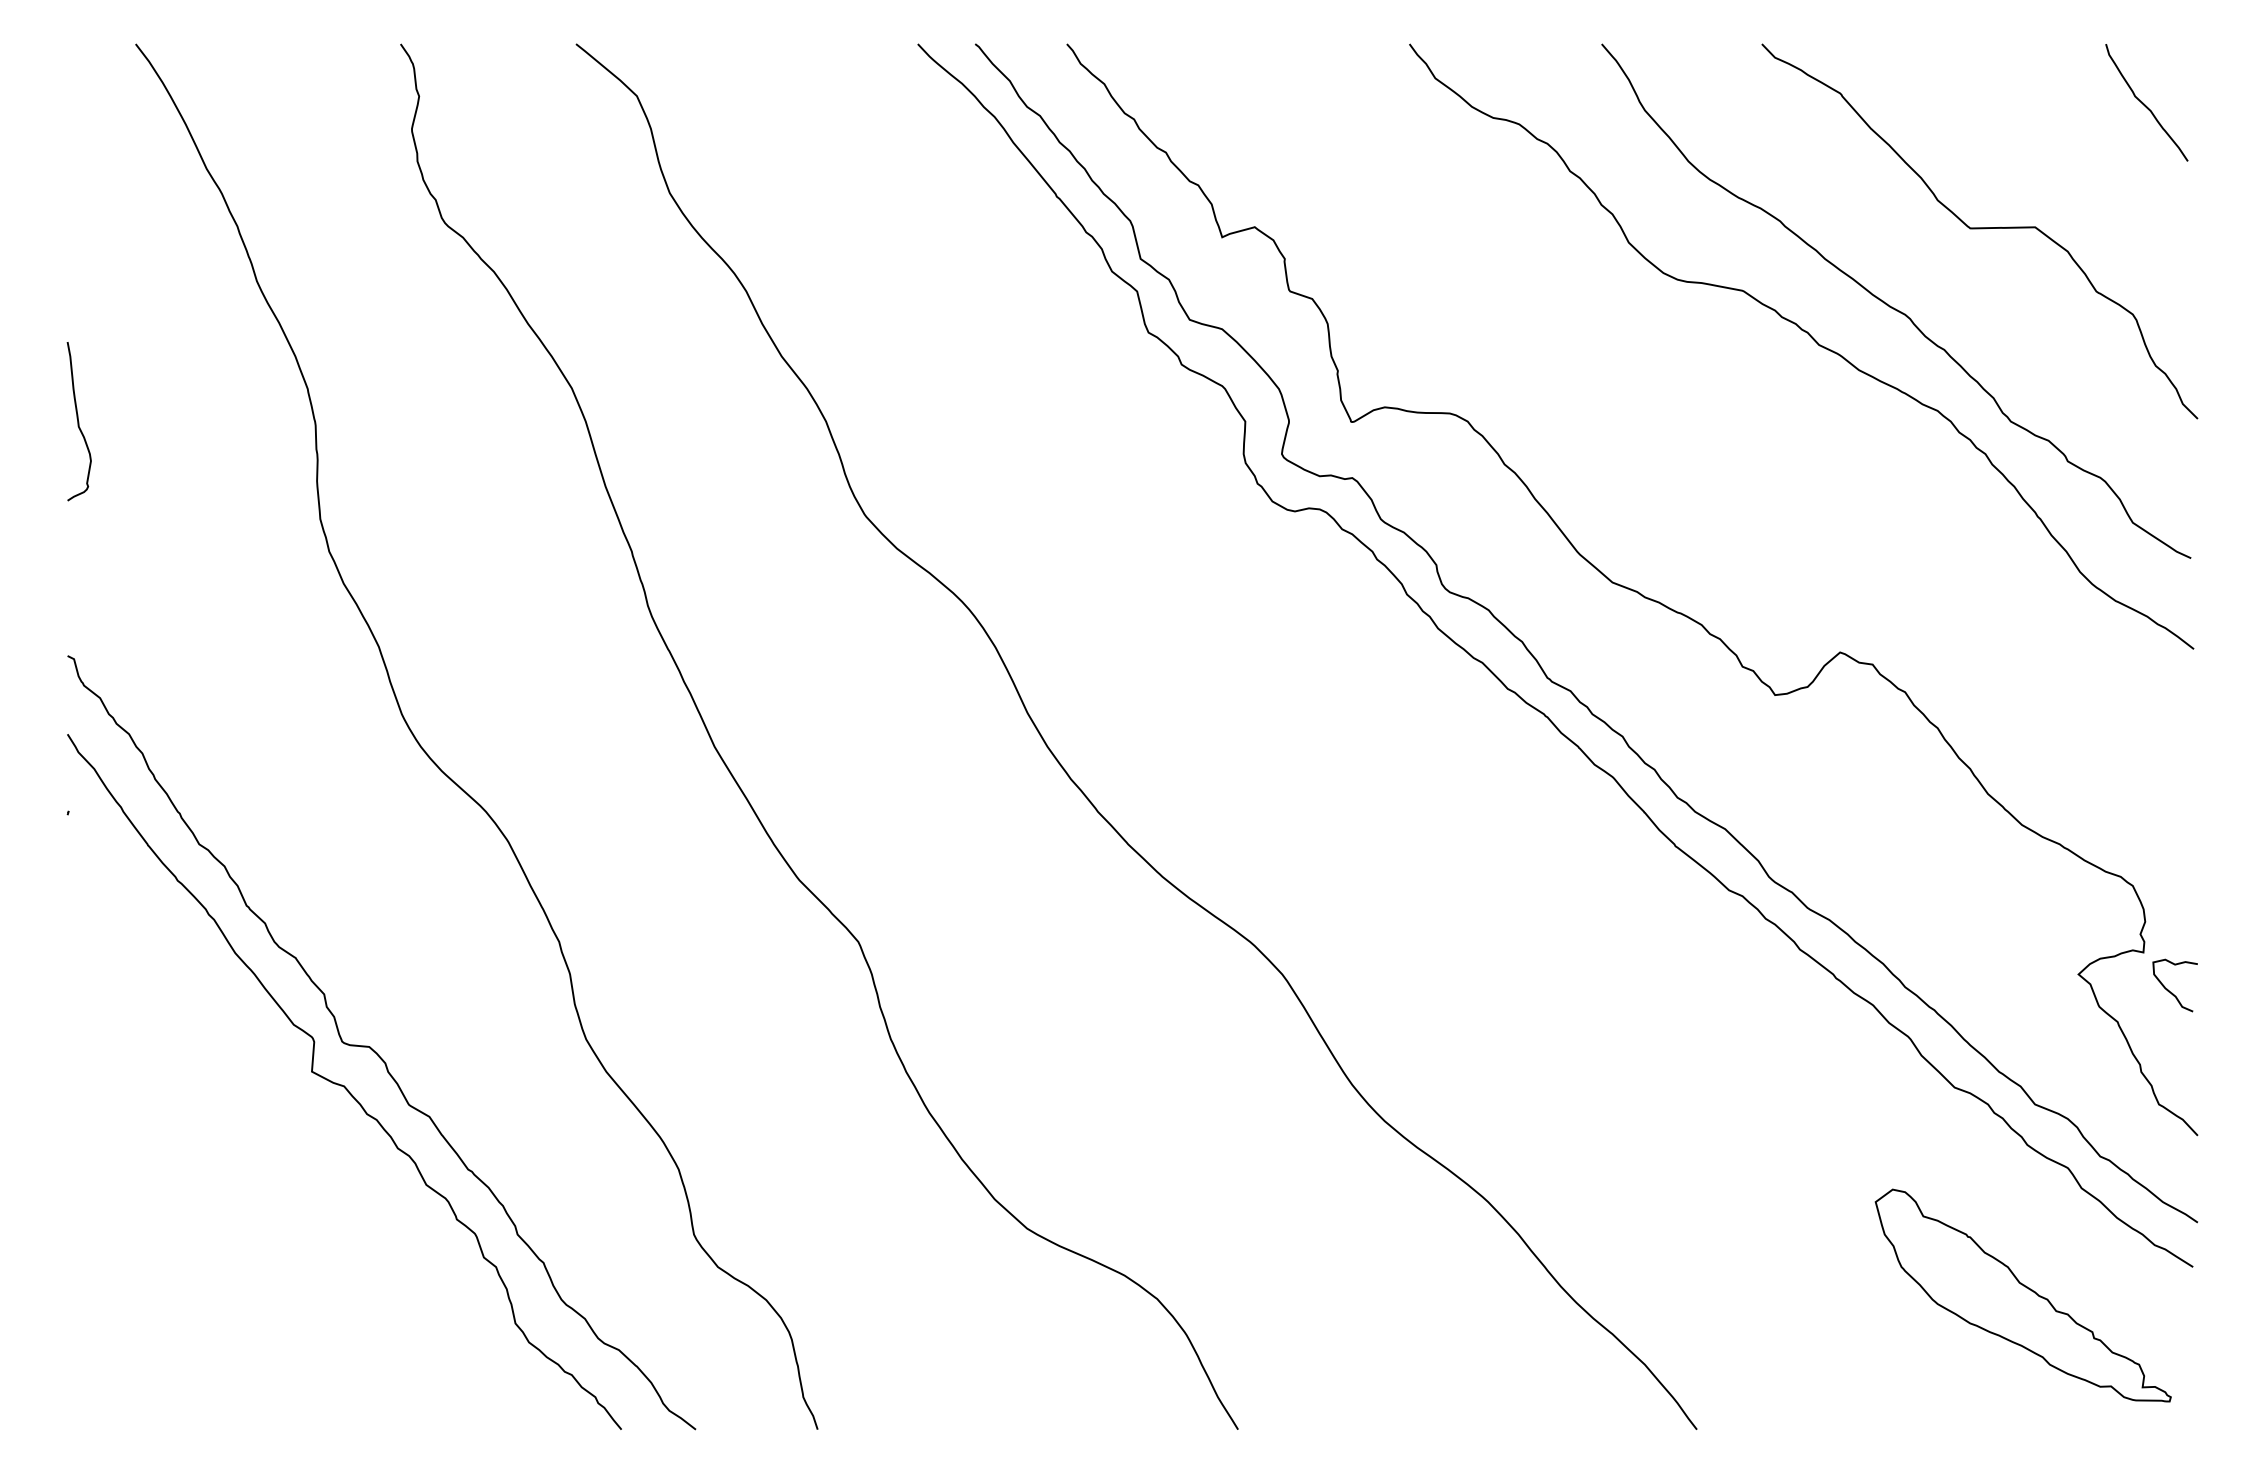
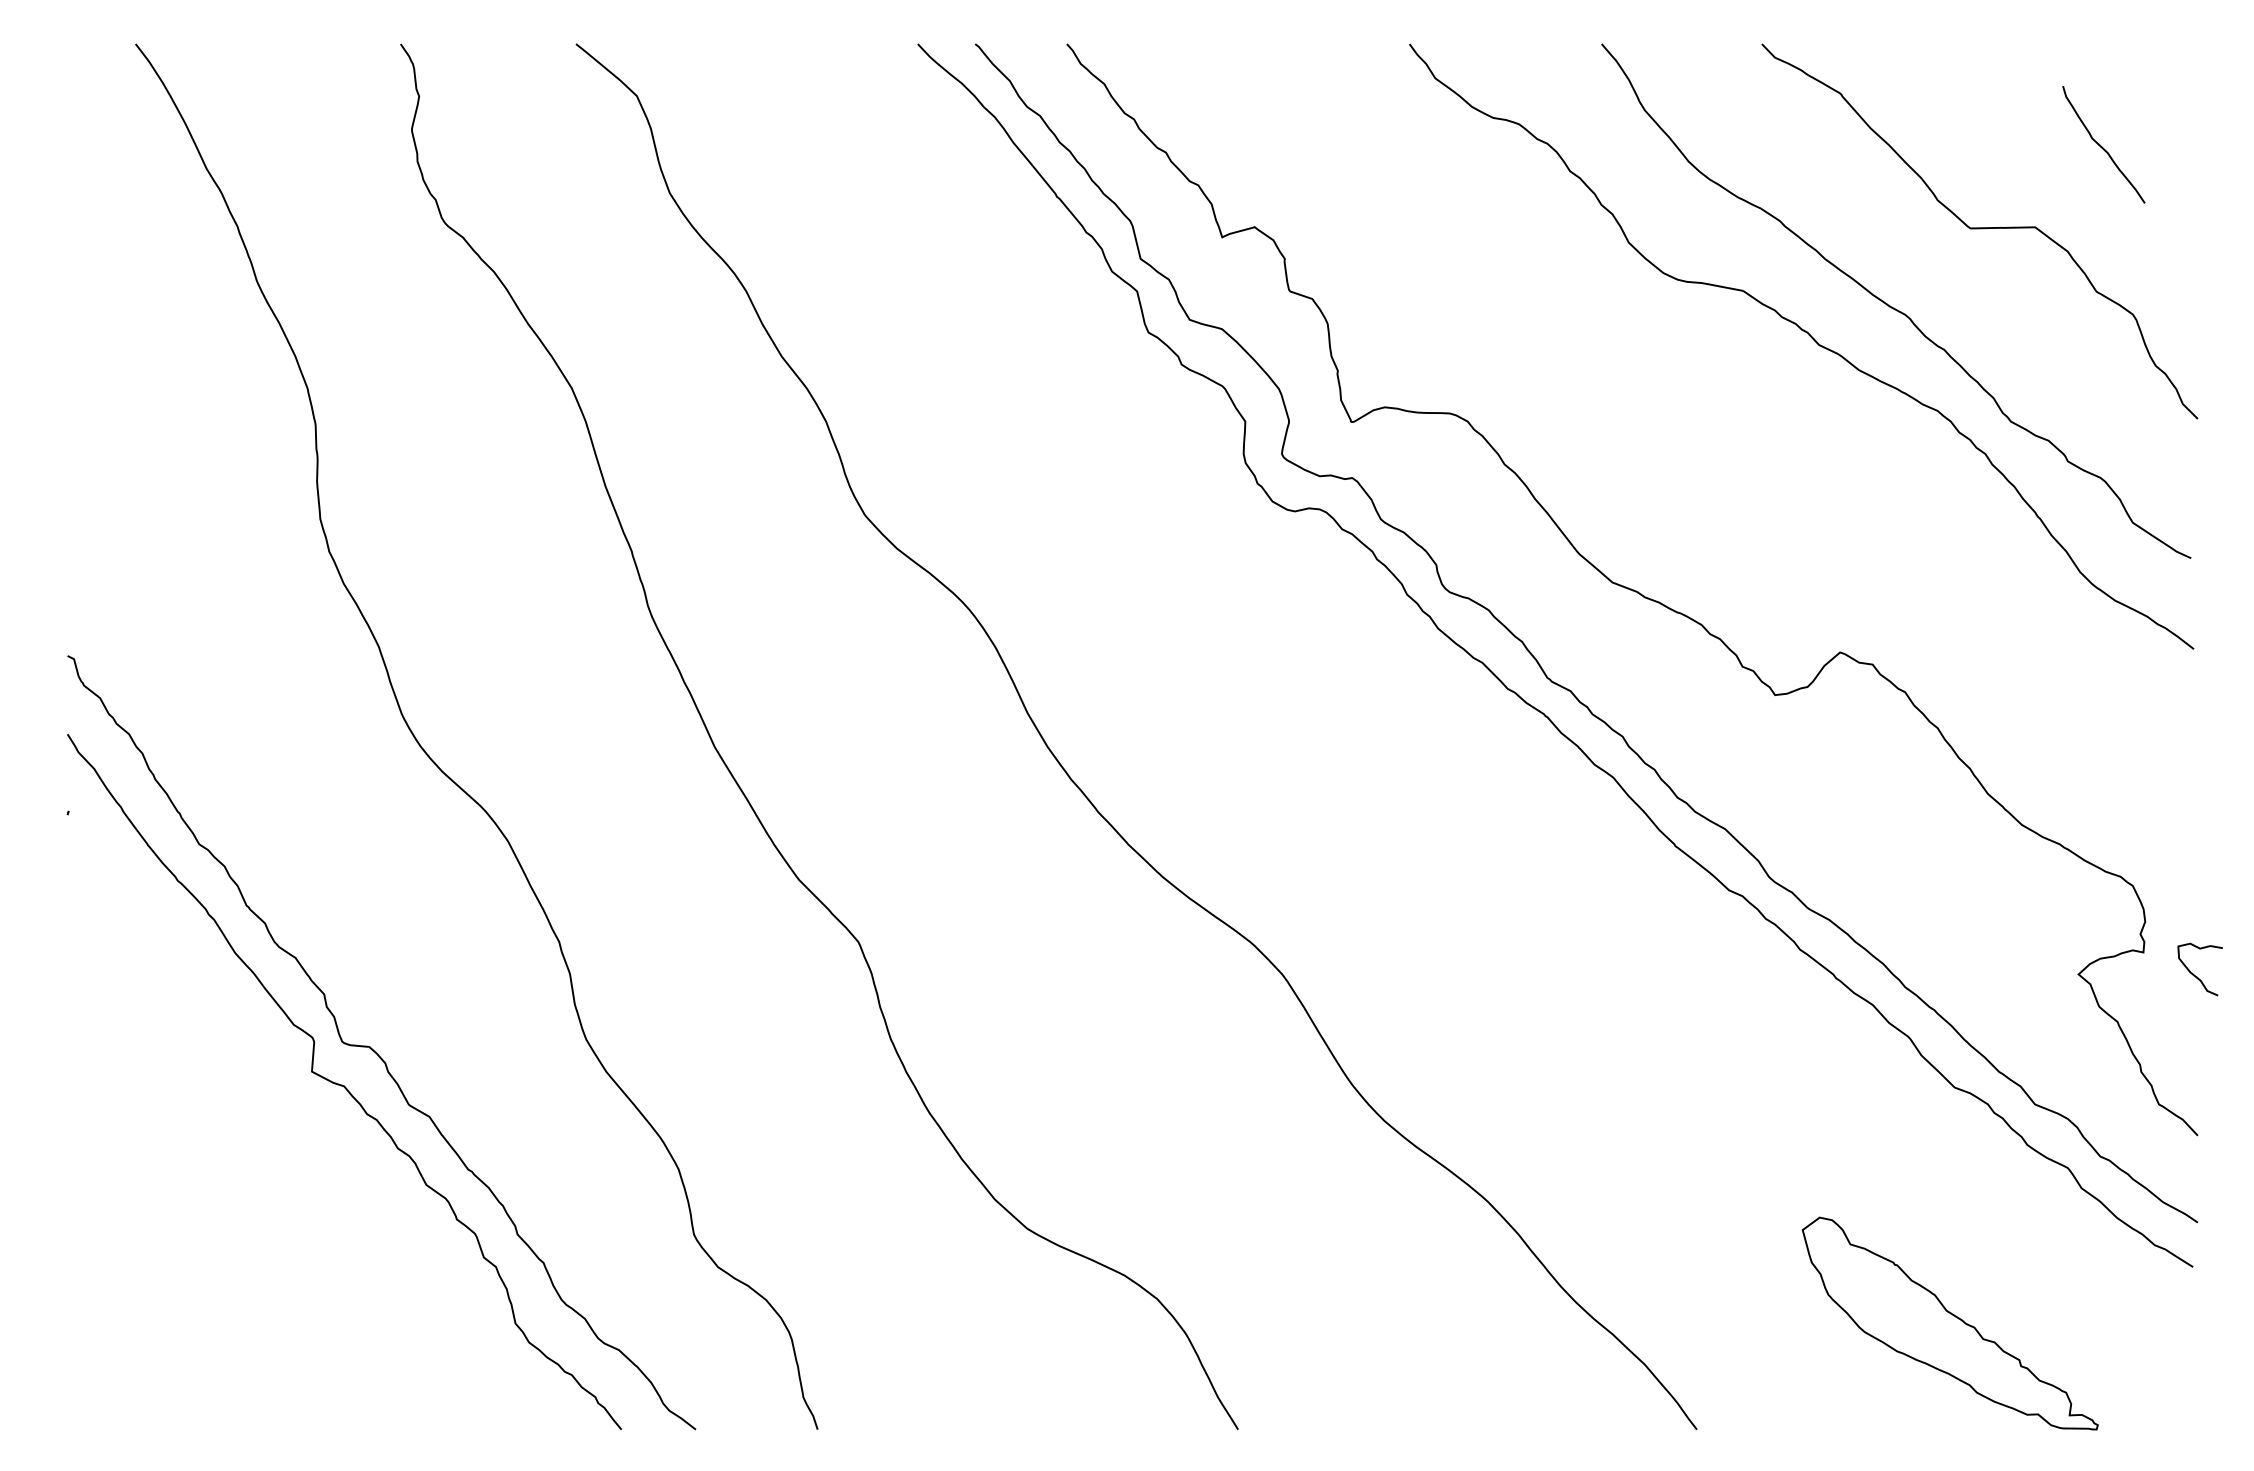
curve at (2144, 103) position: (2144, 103) -> (2101, 145)
curve at (78, 421): present -> none
curve at (2169, 990) position: (2169, 990) -> (2194, 974)
part at (2022, 1295) position: (2022, 1295) -> (1949, 1323)
